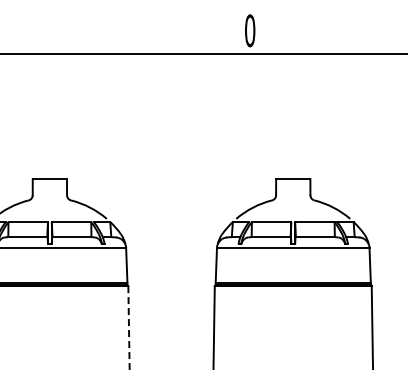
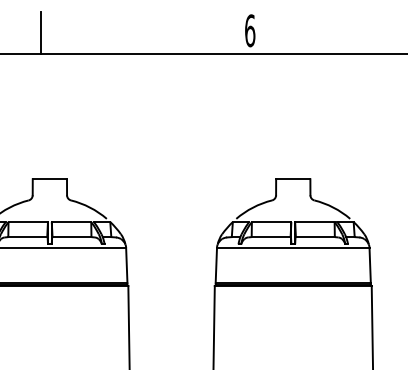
text at (250, 30): 0 -> 6
line at (40, 32): none -> present
line at (129, 327): dashed -> solid
